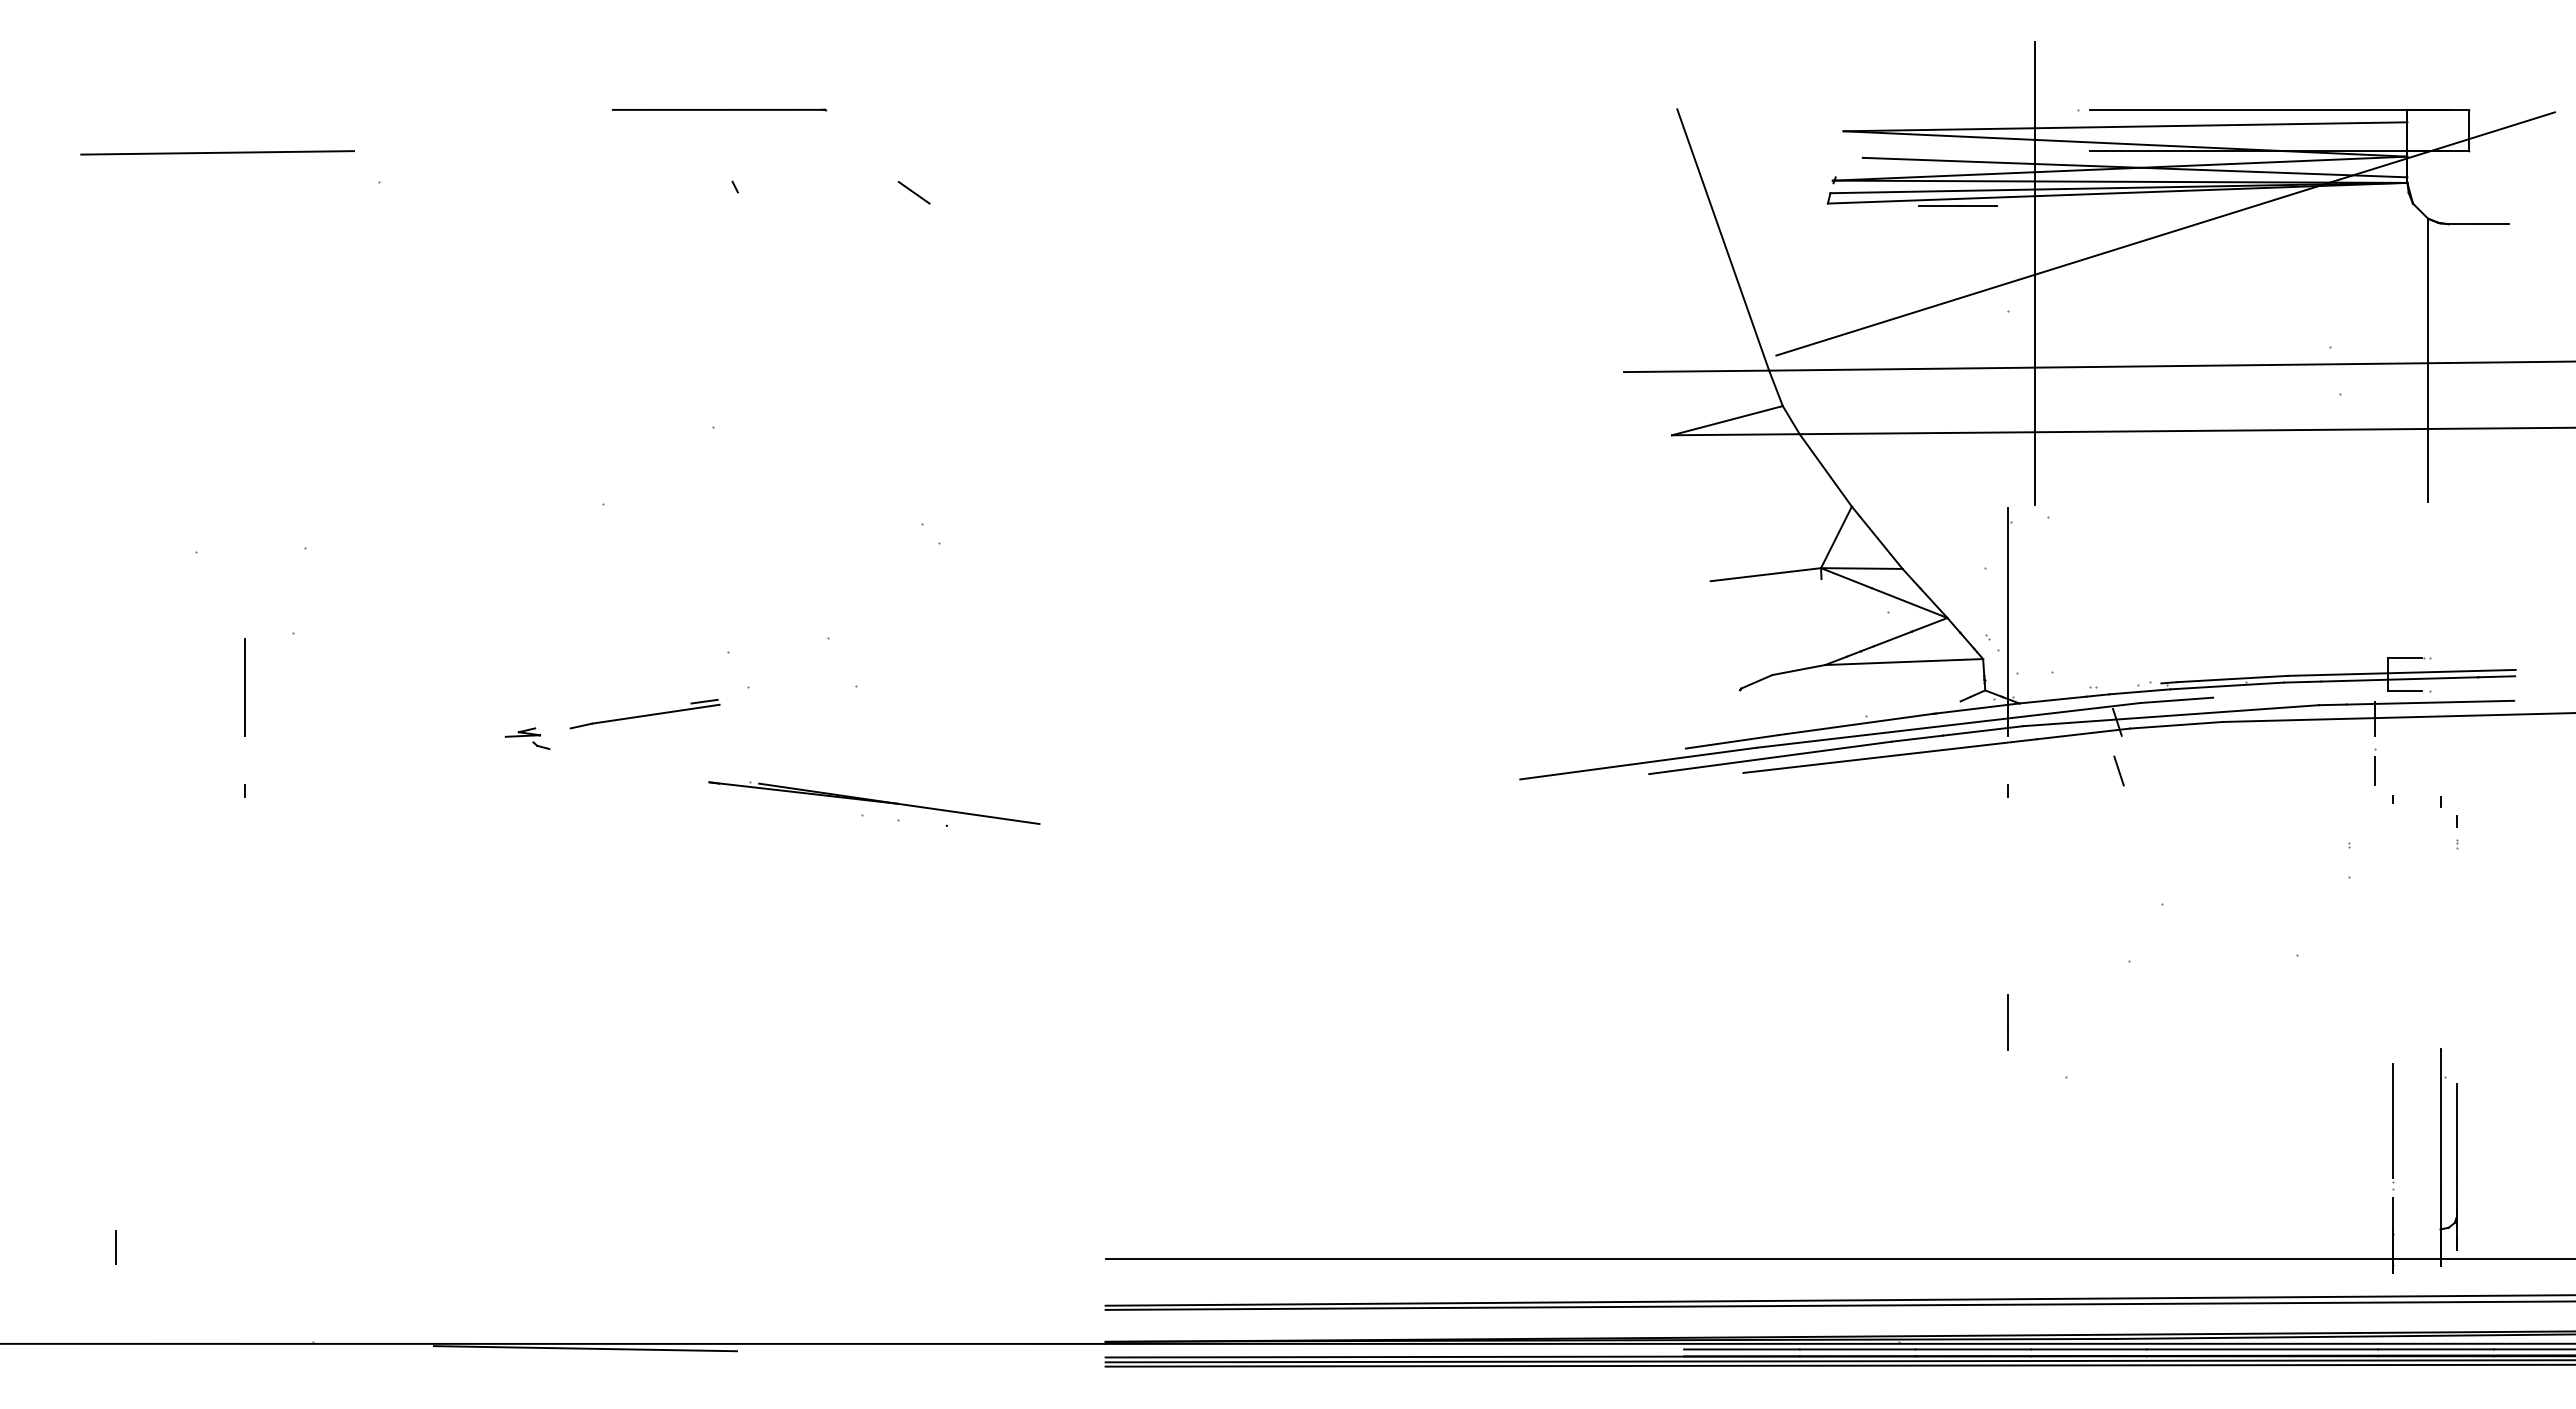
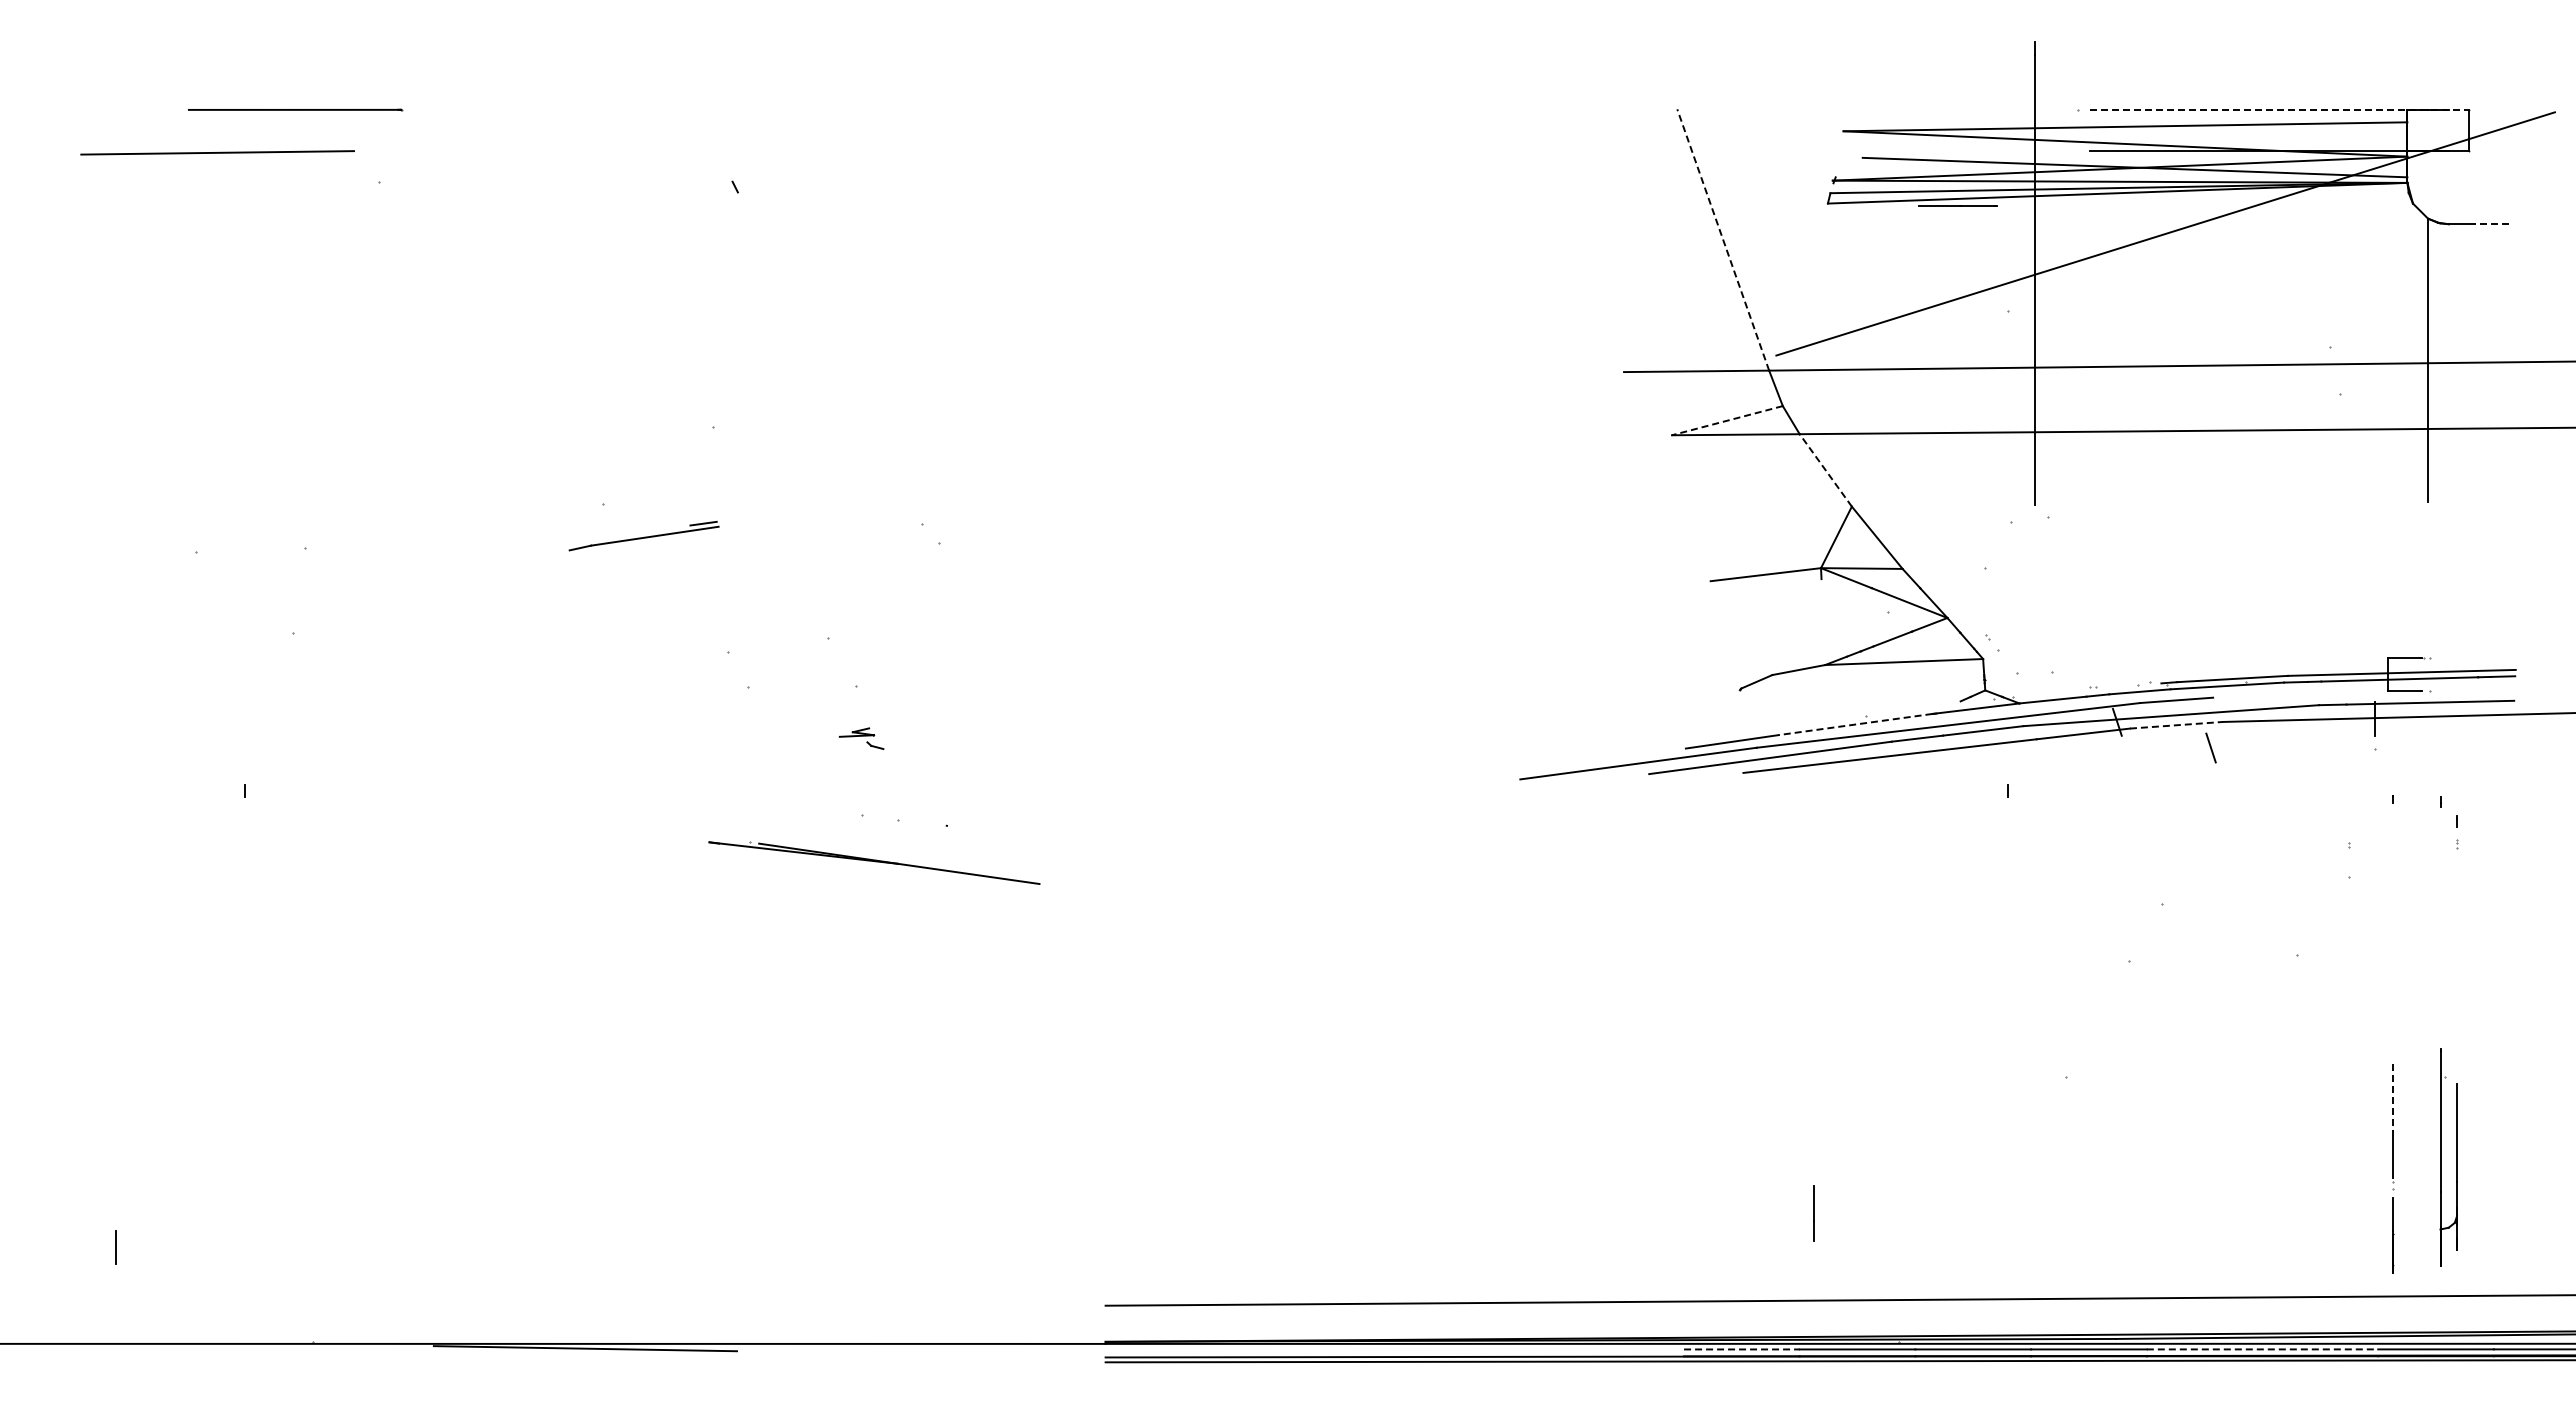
part at (719, 109) position: (719, 109) -> (295, 109)
line at (2279, 109): solid -> dashed
line at (913, 192): present -> none
line at (2491, 224): solid -> dashed
line at (1723, 239): solid -> dashed
line at (1726, 420): solid -> dashed
line at (1825, 470): solid -> dashed
line at (2007, 621): present -> none
line at (244, 687): present -> none
part at (644, 714) position: (644, 714) -> (643, 536)
line at (1855, 724): solid -> dashed
line at (2176, 725): solid -> dashed
part at (527, 738) position: (527, 738) -> (861, 738)
line at (2118, 770) position: (2118, 770) -> (2210, 747)
line at (2375, 770): present -> none
part at (874, 802) position: (874, 802) -> (874, 862)
line at (2007, 1022) position: (2007, 1022) -> (1813, 1213)
line at (2392, 1097): solid -> dashed
line at (1838, 1259): present -> none
line at (1838, 1305): present -> none
line at (1741, 1349): solid -> dashed
line at (2262, 1349): solid -> dashed
line at (1838, 1365): present -> none
